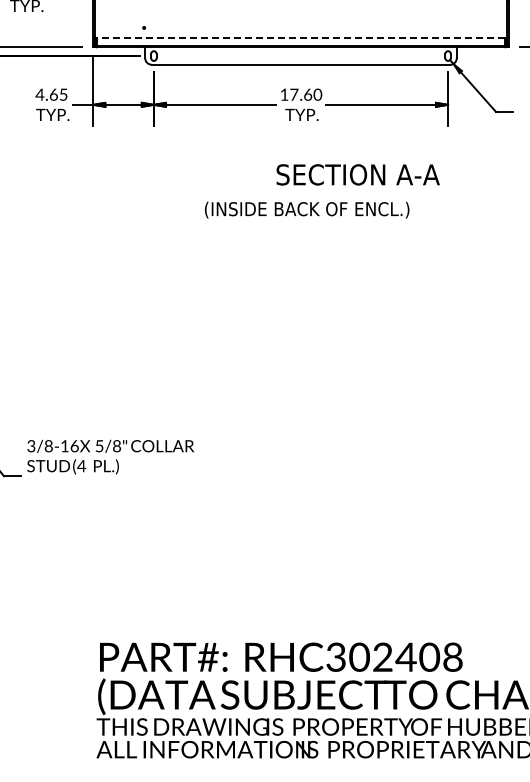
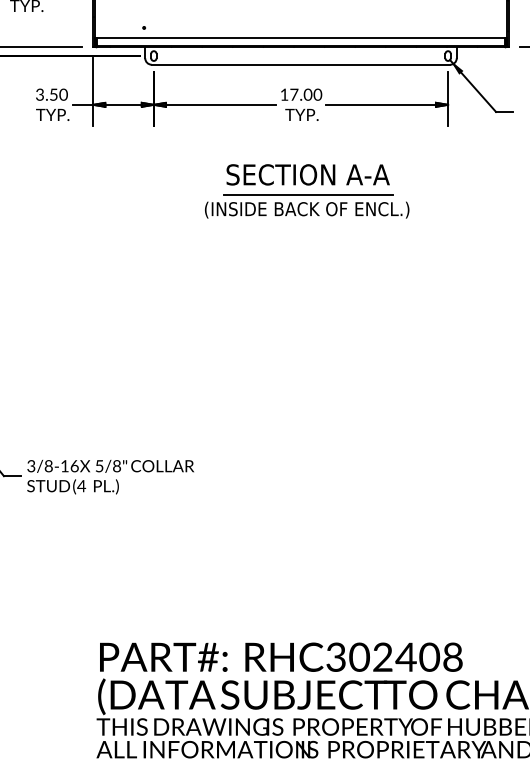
line at (300, 37): dashed -> solid
text at (51, 94): 4.65 -> 3.50
text at (307, 94): 17.60 -> 17.00
text at (357, 174) position: (357, 174) -> (307, 174)
line at (308, 195): none -> present
text at (110, 457) position: (110, 457) -> (110, 477)
